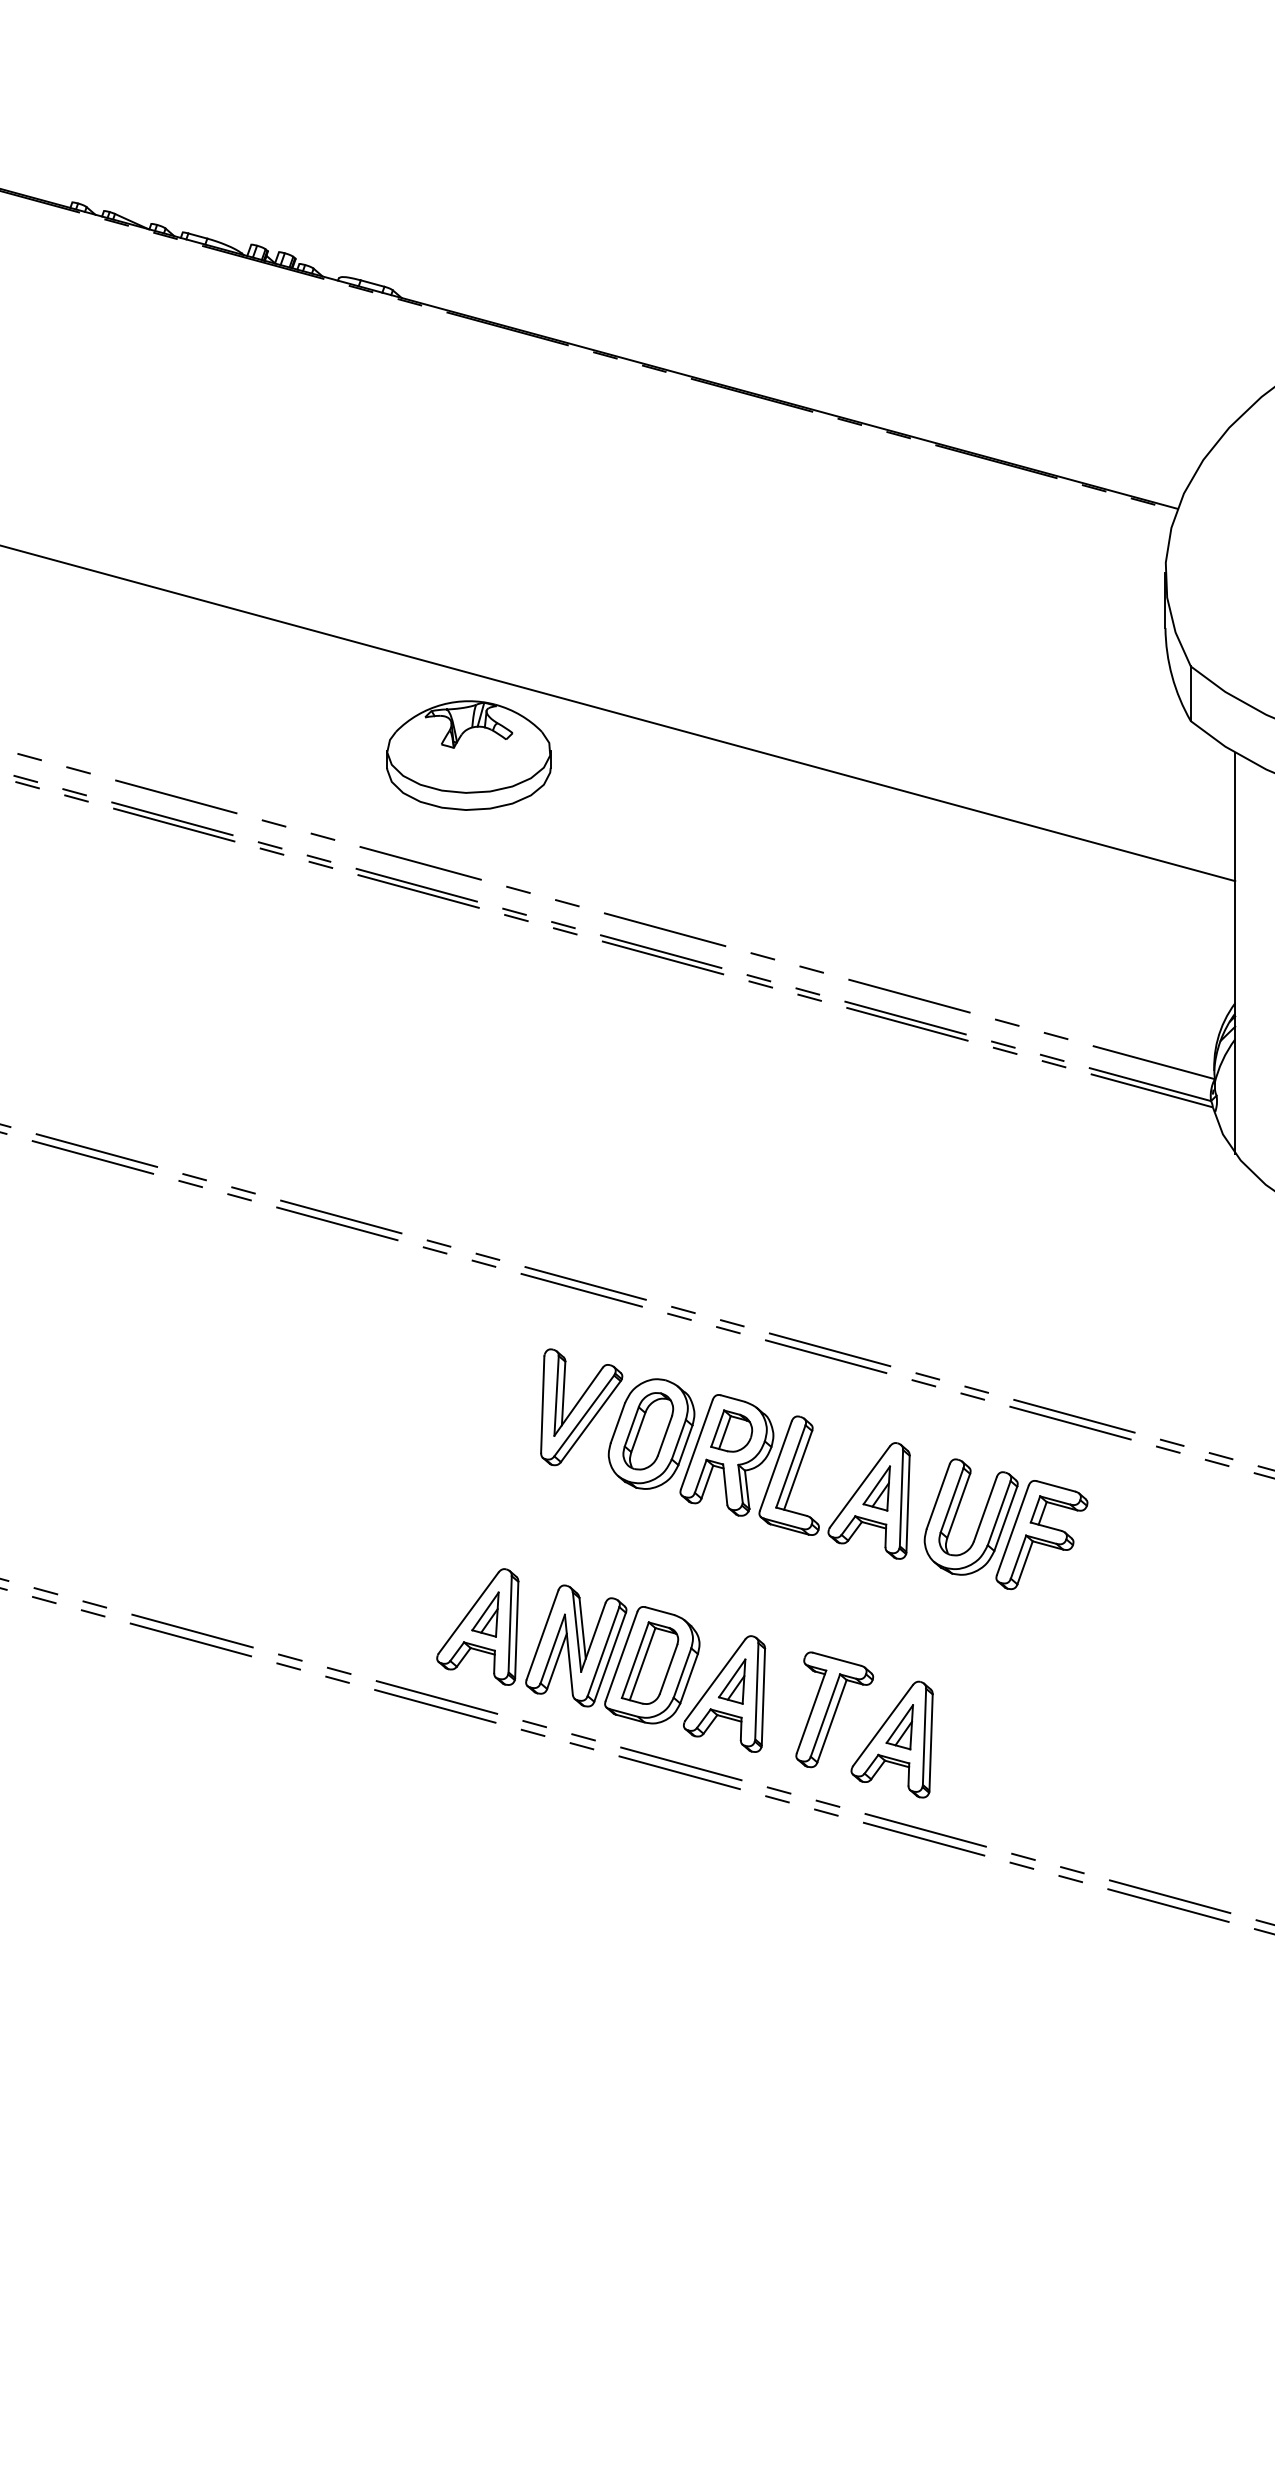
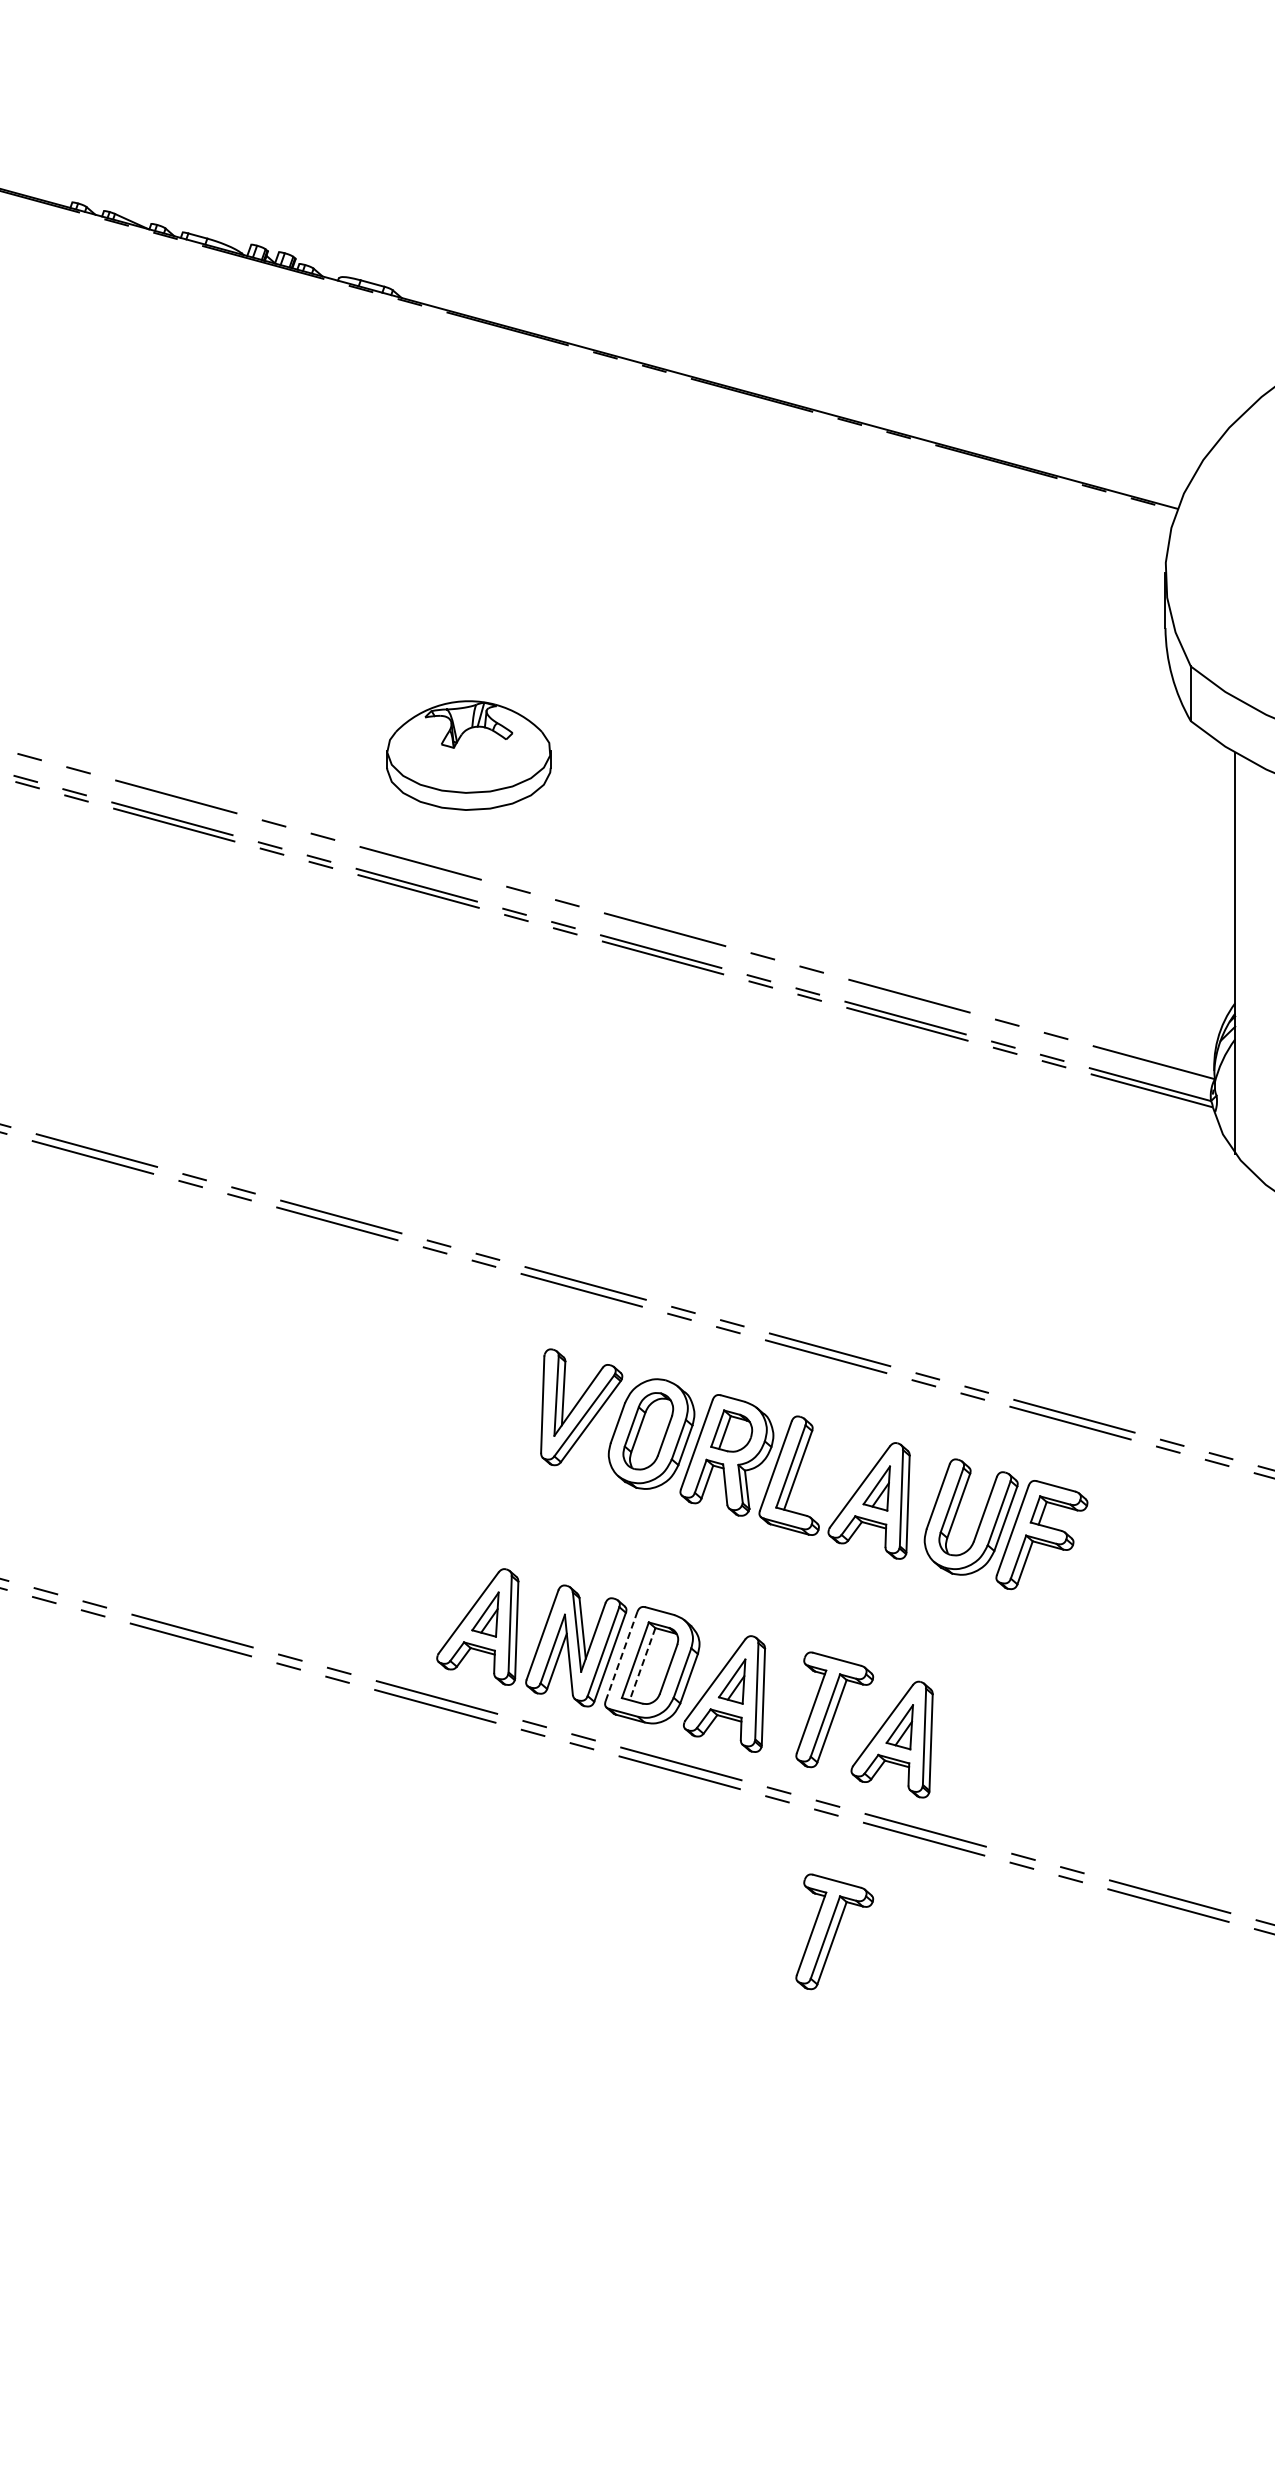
line at (618, 713): present -> none
line at (621, 1656): solid -> dashed
line at (642, 1664): solid -> dashed
part at (834, 1931): none -> present
